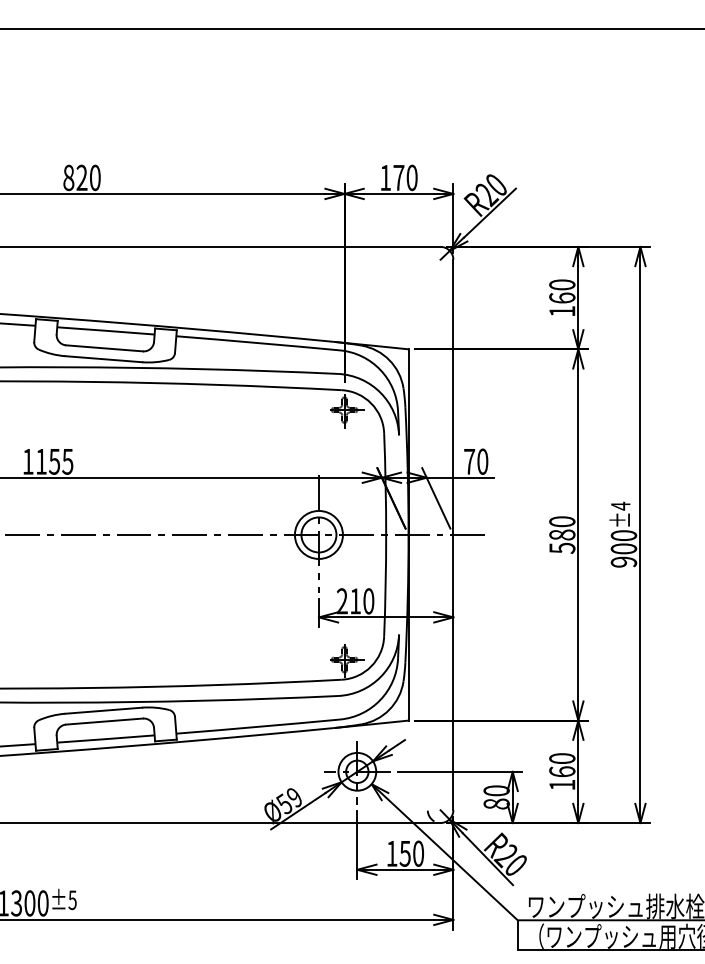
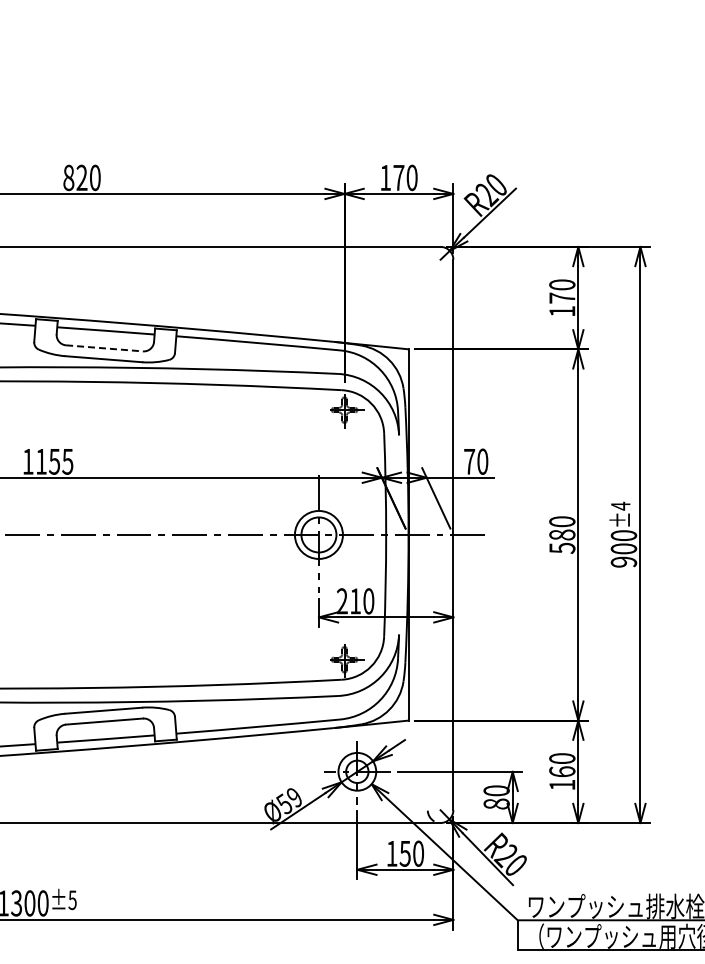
line at (351, 28): present -> none
text at (562, 297): 160 -> 170
line at (104, 348): solid -> dashed
